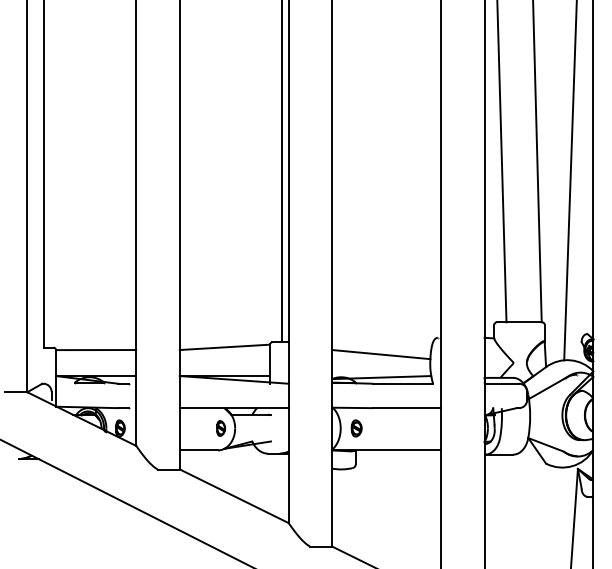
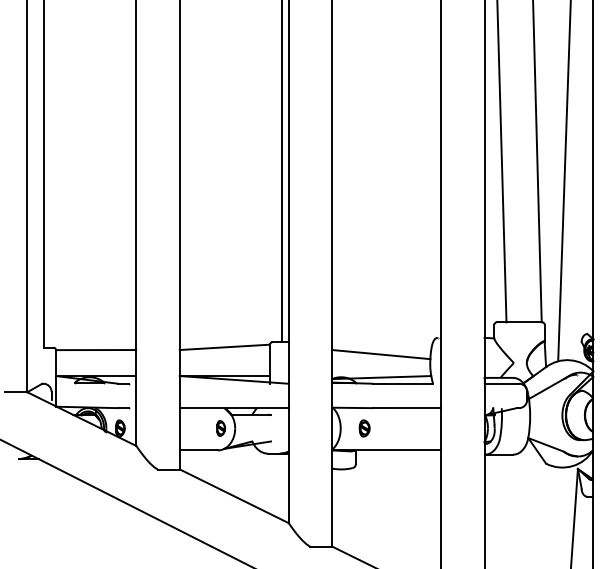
line at (570, 181) position: (570, 181) -> (564, 181)
part at (356, 428) position: (356, 428) -> (364, 428)
